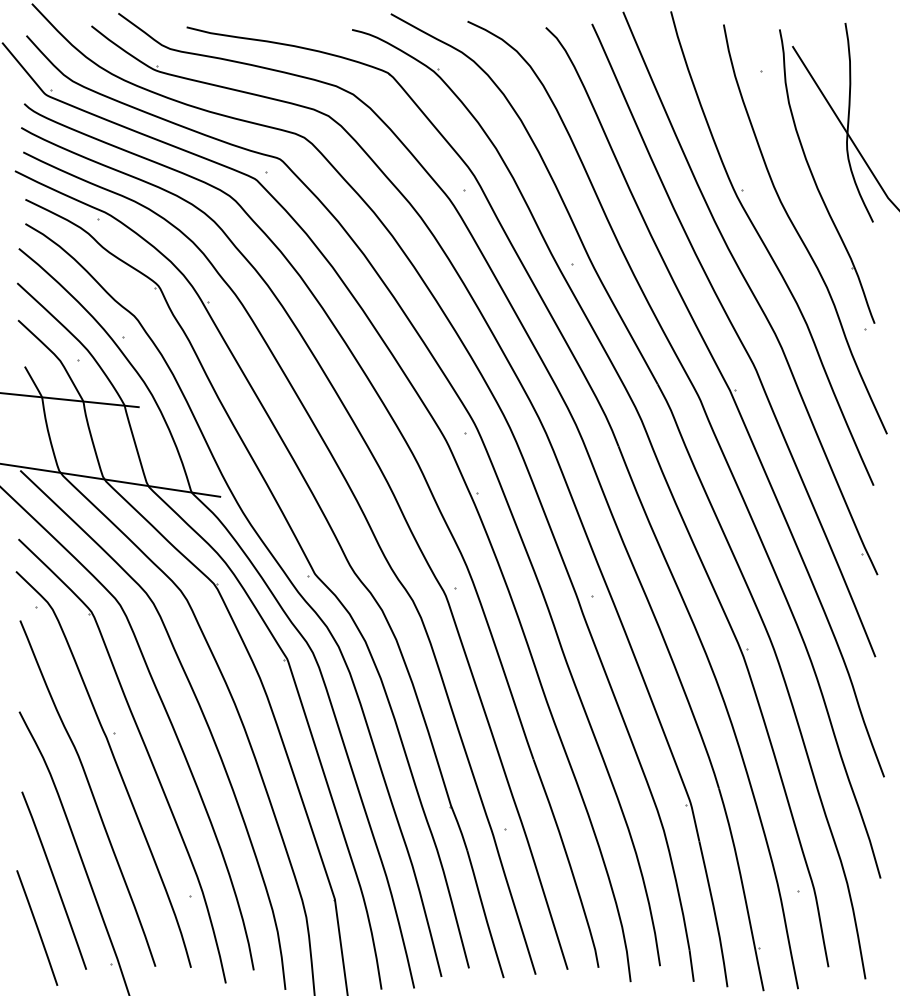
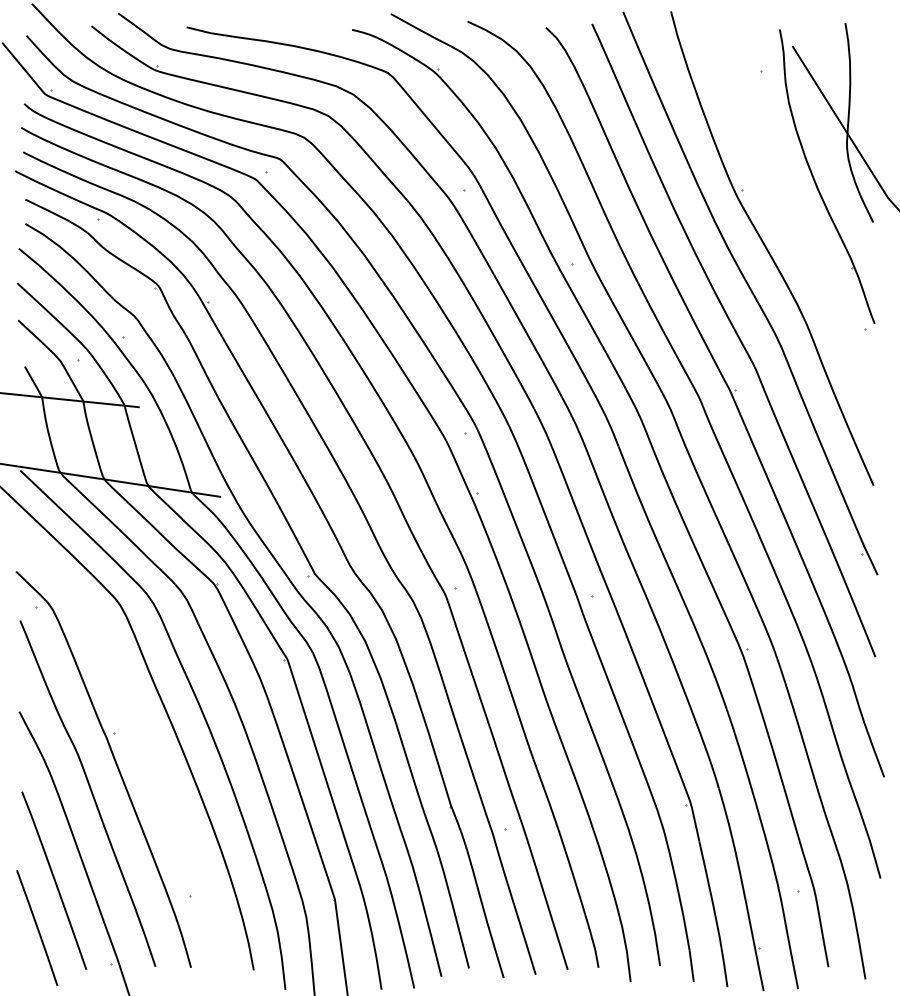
curve at (799, 233): present -> none
part at (146, 752): present -> none
